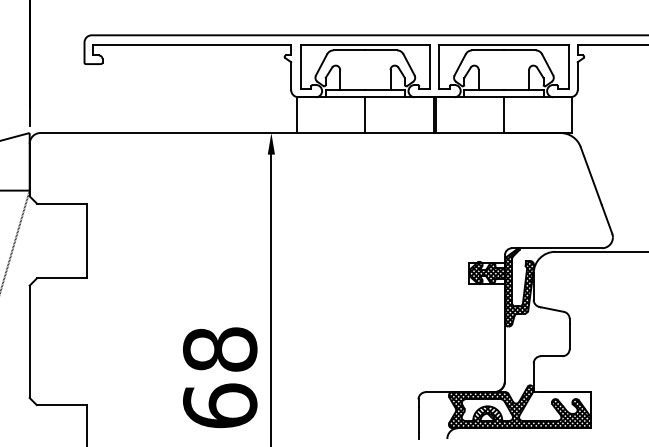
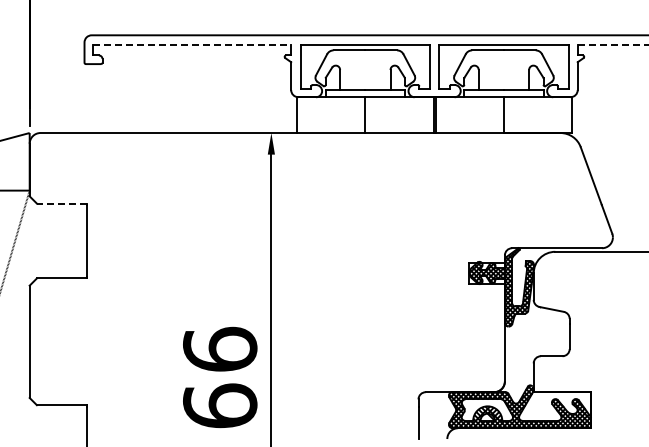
line at (192, 44): solid -> dashed
line at (613, 44): solid -> dashed
line at (61, 203): solid -> dashed
text at (220, 348): 68 -> 66
